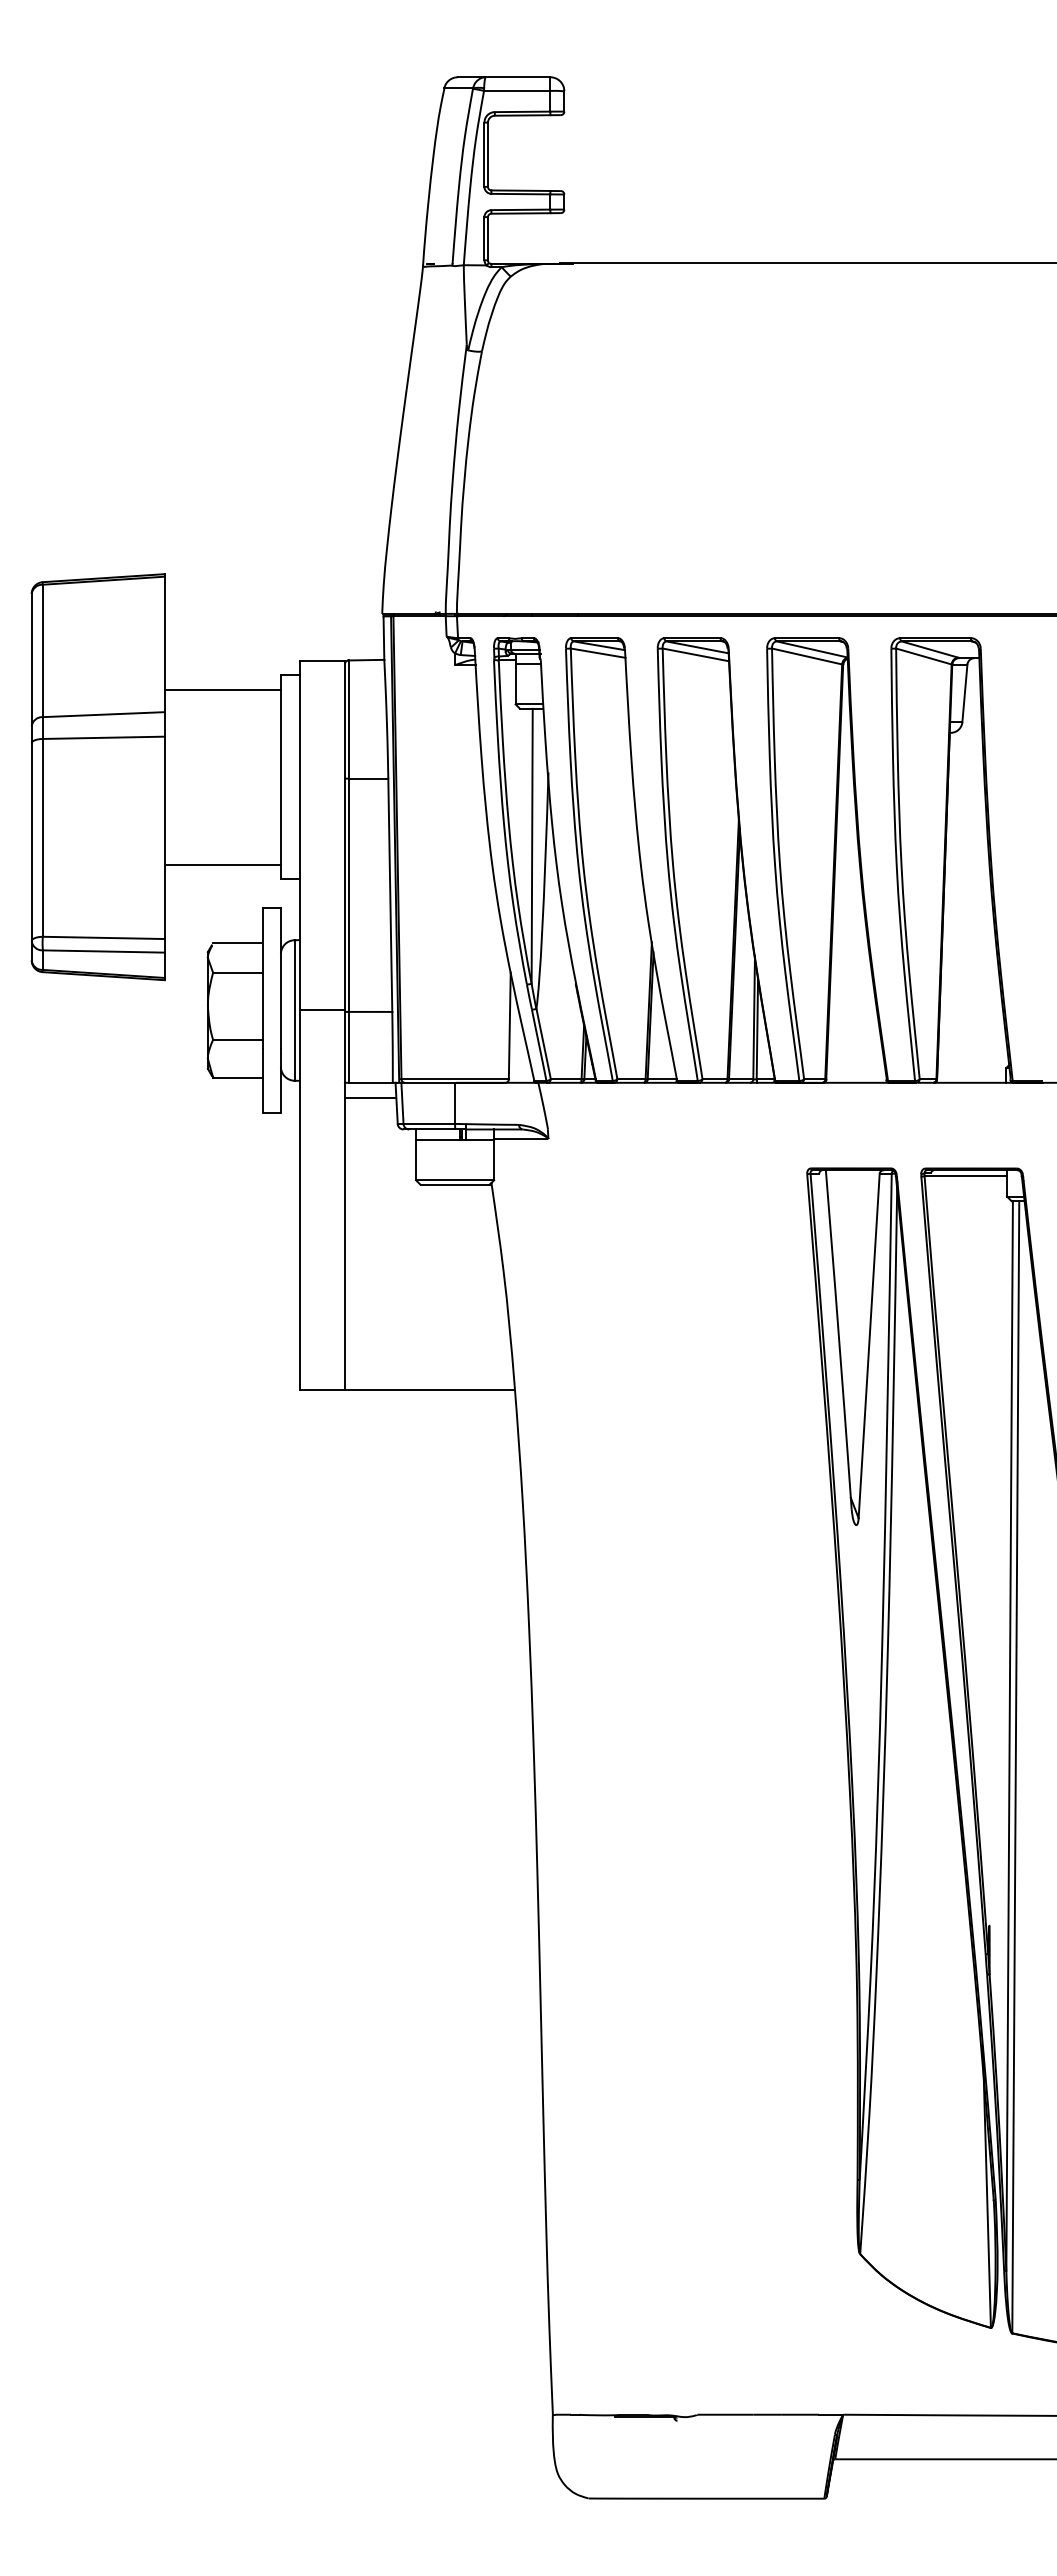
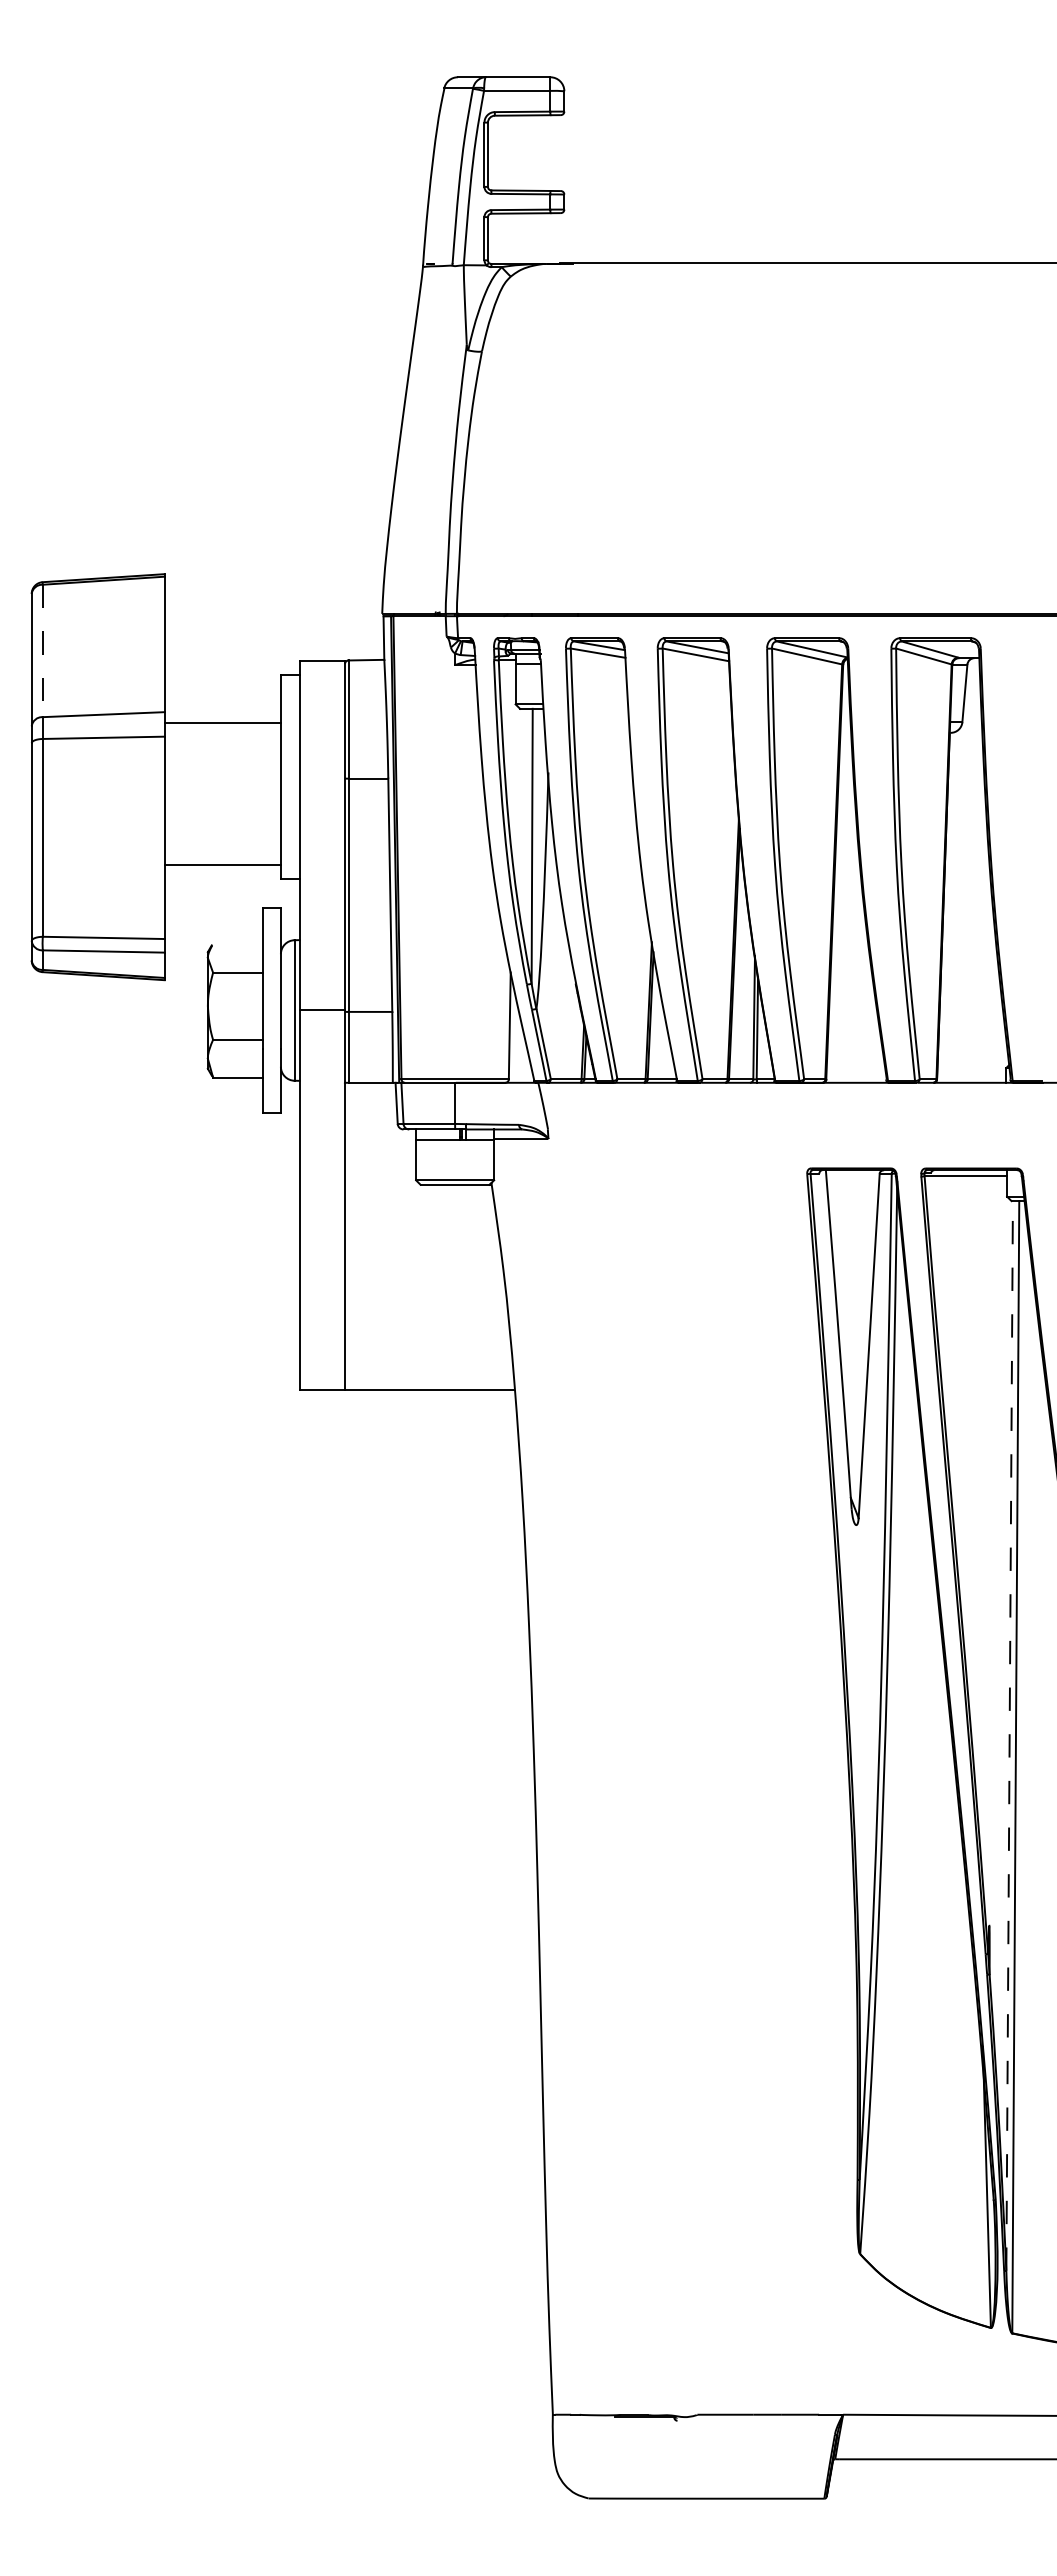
line at (42, 651): solid -> dashed
line at (222, 689) position: (222, 689) -> (222, 722)
line at (237, 943): present -> none
line at (370, 1097): present -> none
line at (1009, 1735): solid -> dashed
